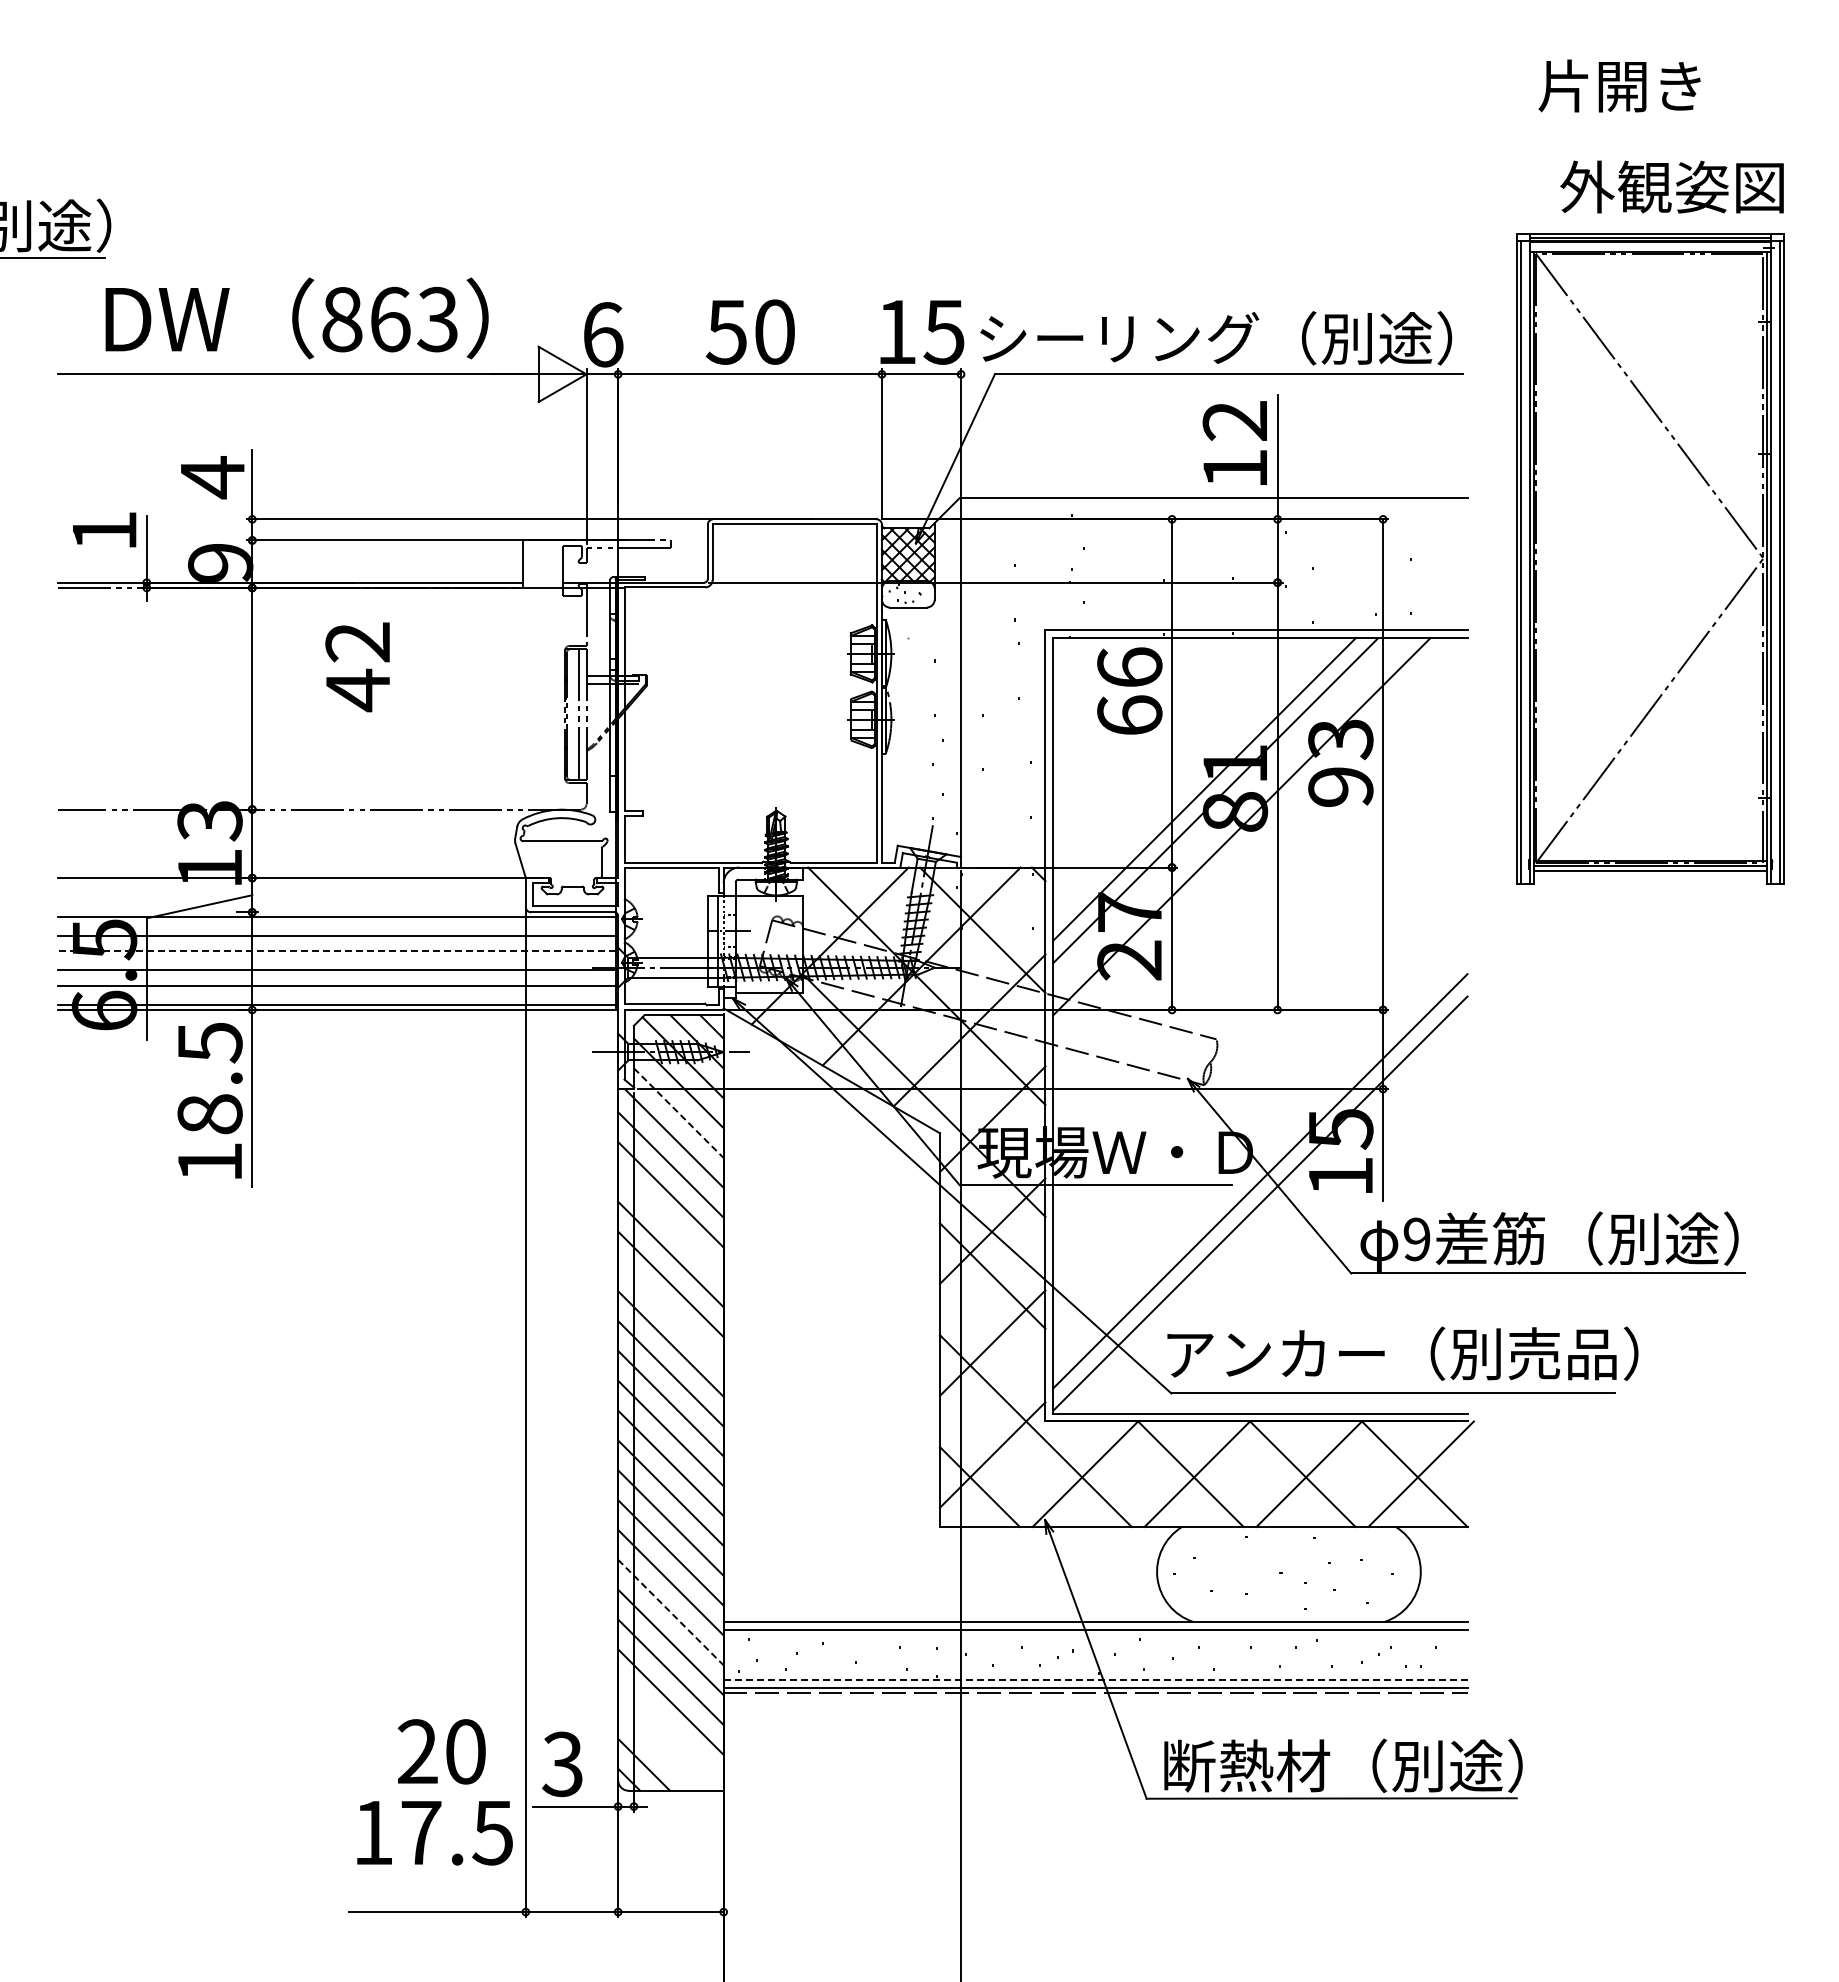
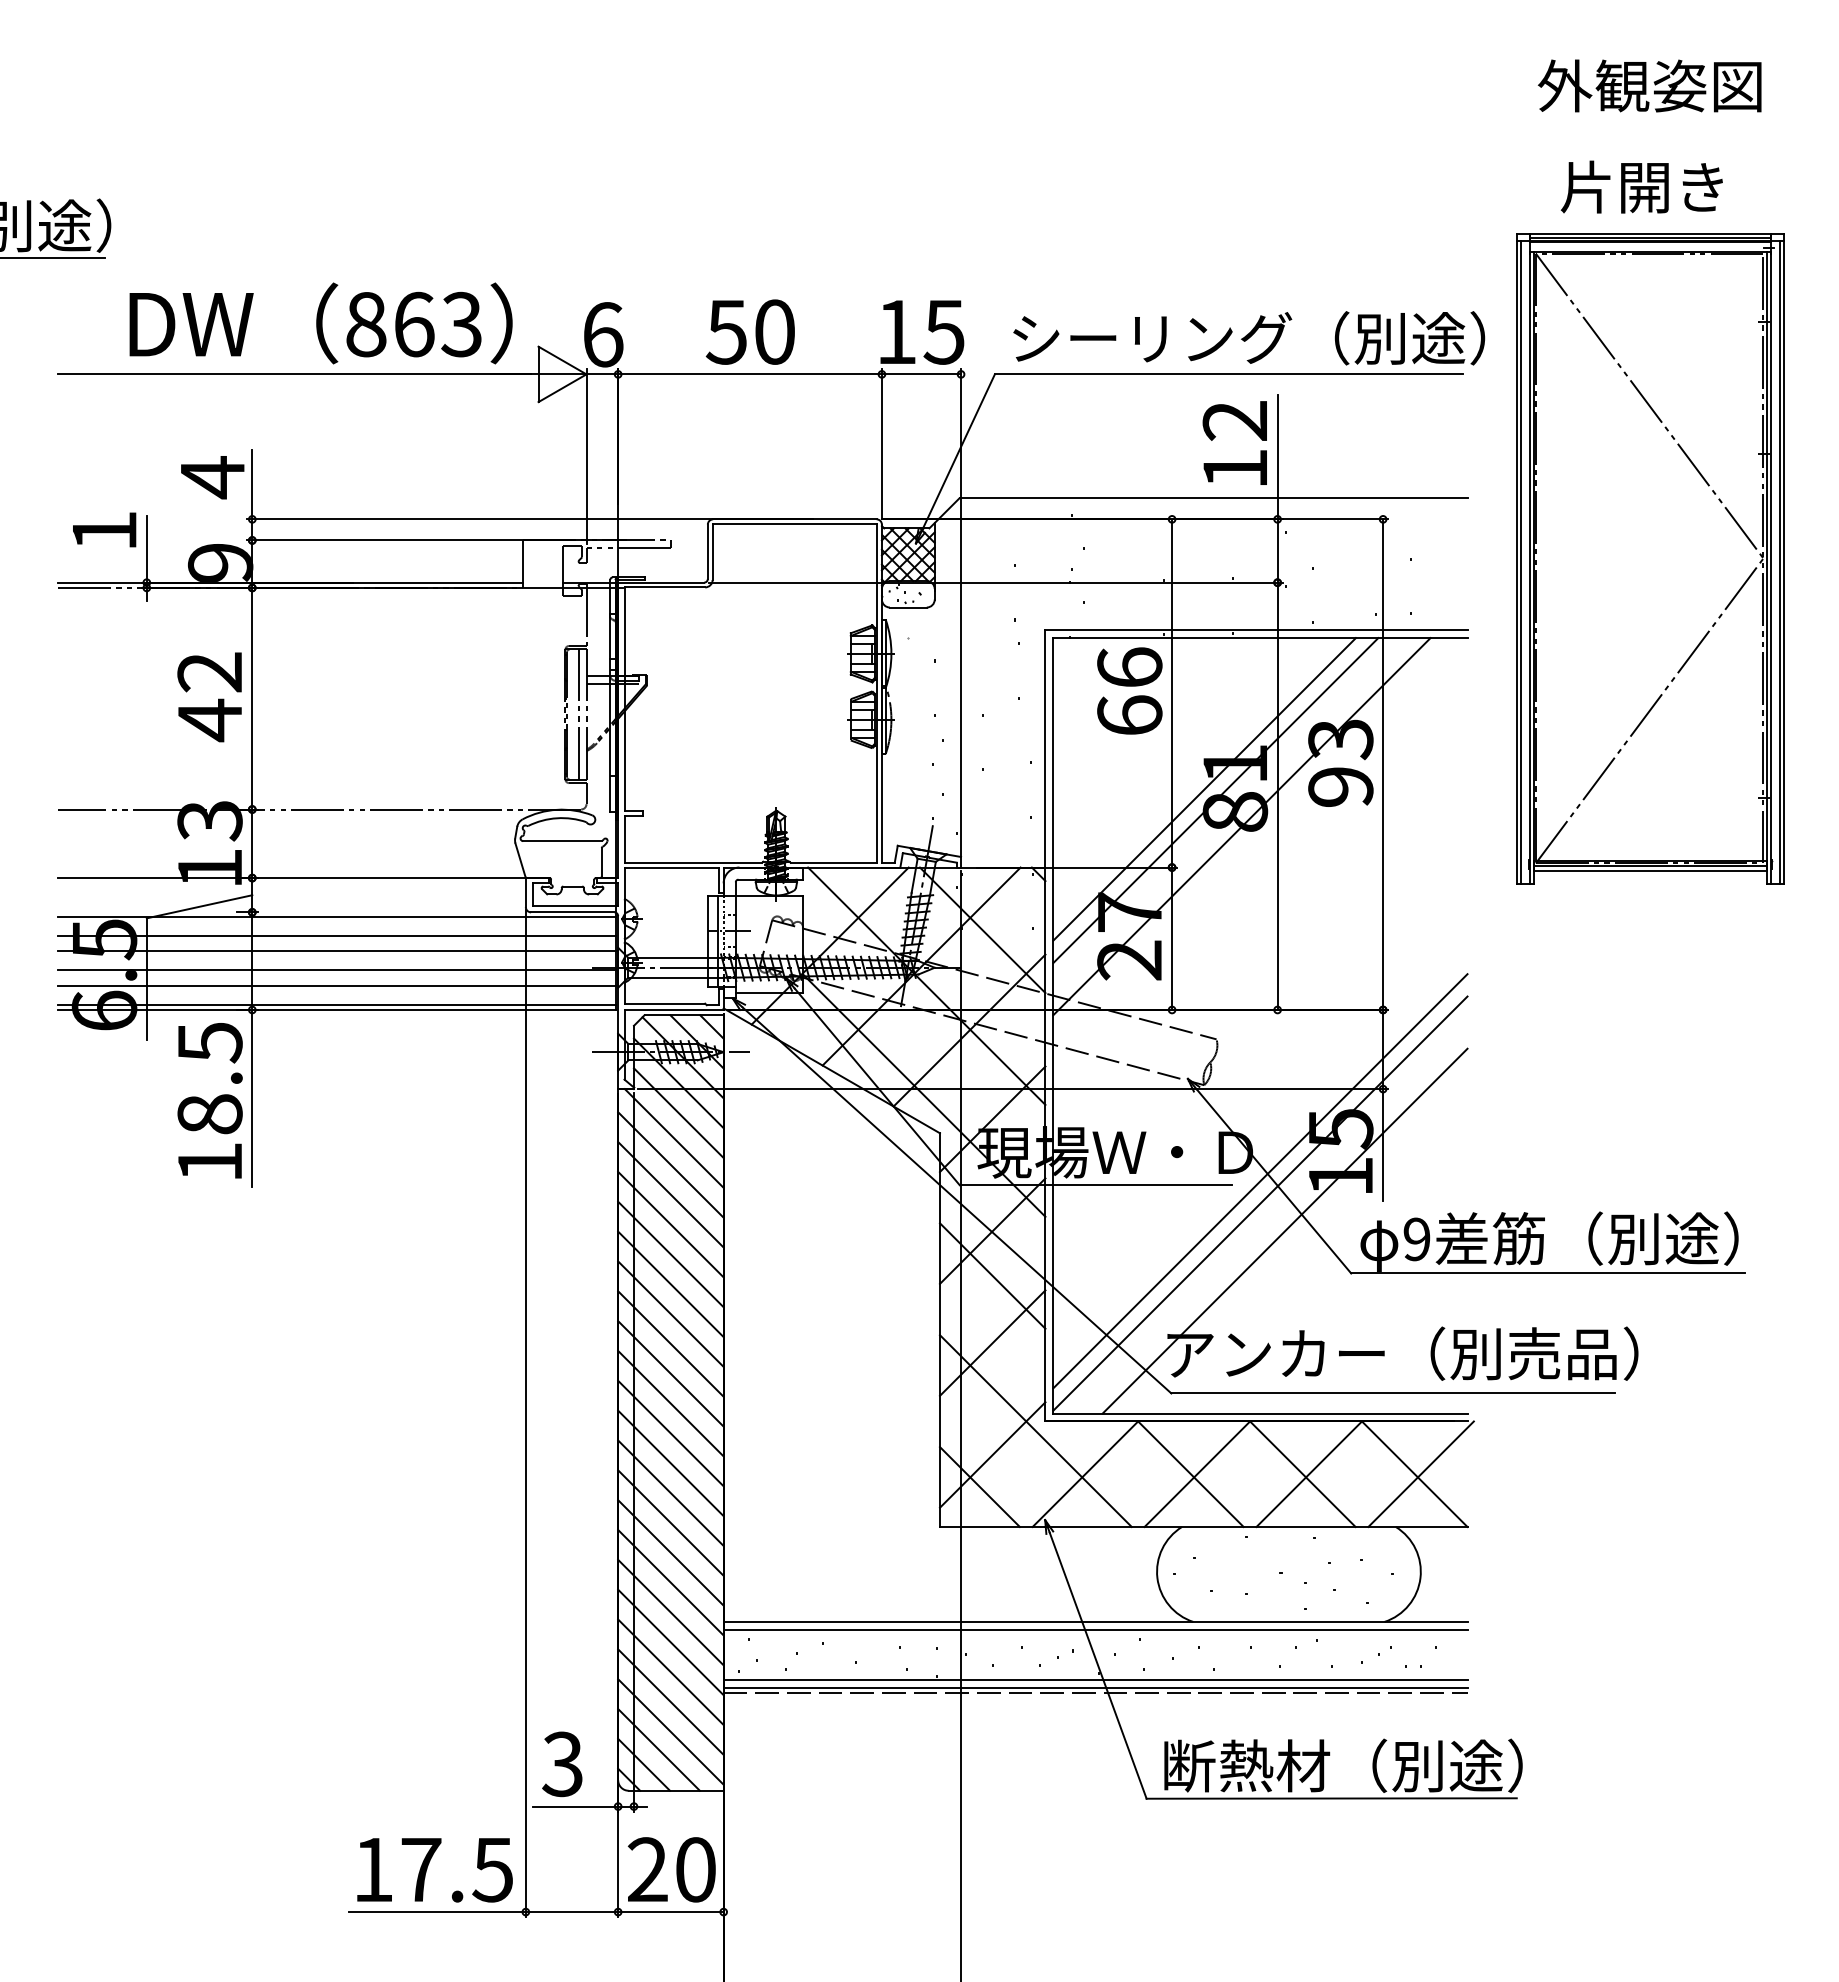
text at (1649, 85): 片開き -> 外観姿図
text at (1671, 186): 外観姿図 -> 片開き
text at (296, 318) position: (296, 318) -> (320, 323)
text at (1216, 338) position: (1216, 338) -> (1249, 338)
text at (357, 667) position: (357, 667) -> (209, 697)
line at (336, 951): dashed -> solid
line at (679, 1113): dashed -> solid
line at (670, 1224): none -> present
line at (1284, 1230): none -> present
line at (670, 1313): none -> present
line at (670, 1612): dashed -> solid
line at (1095, 1679): dashed -> solid
line at (670, 1731): none -> present
line at (658, 1749): none -> present
text at (441, 1751) position: (441, 1751) -> (671, 1869)
text at (434, 1833) position: (434, 1833) -> (434, 1870)
